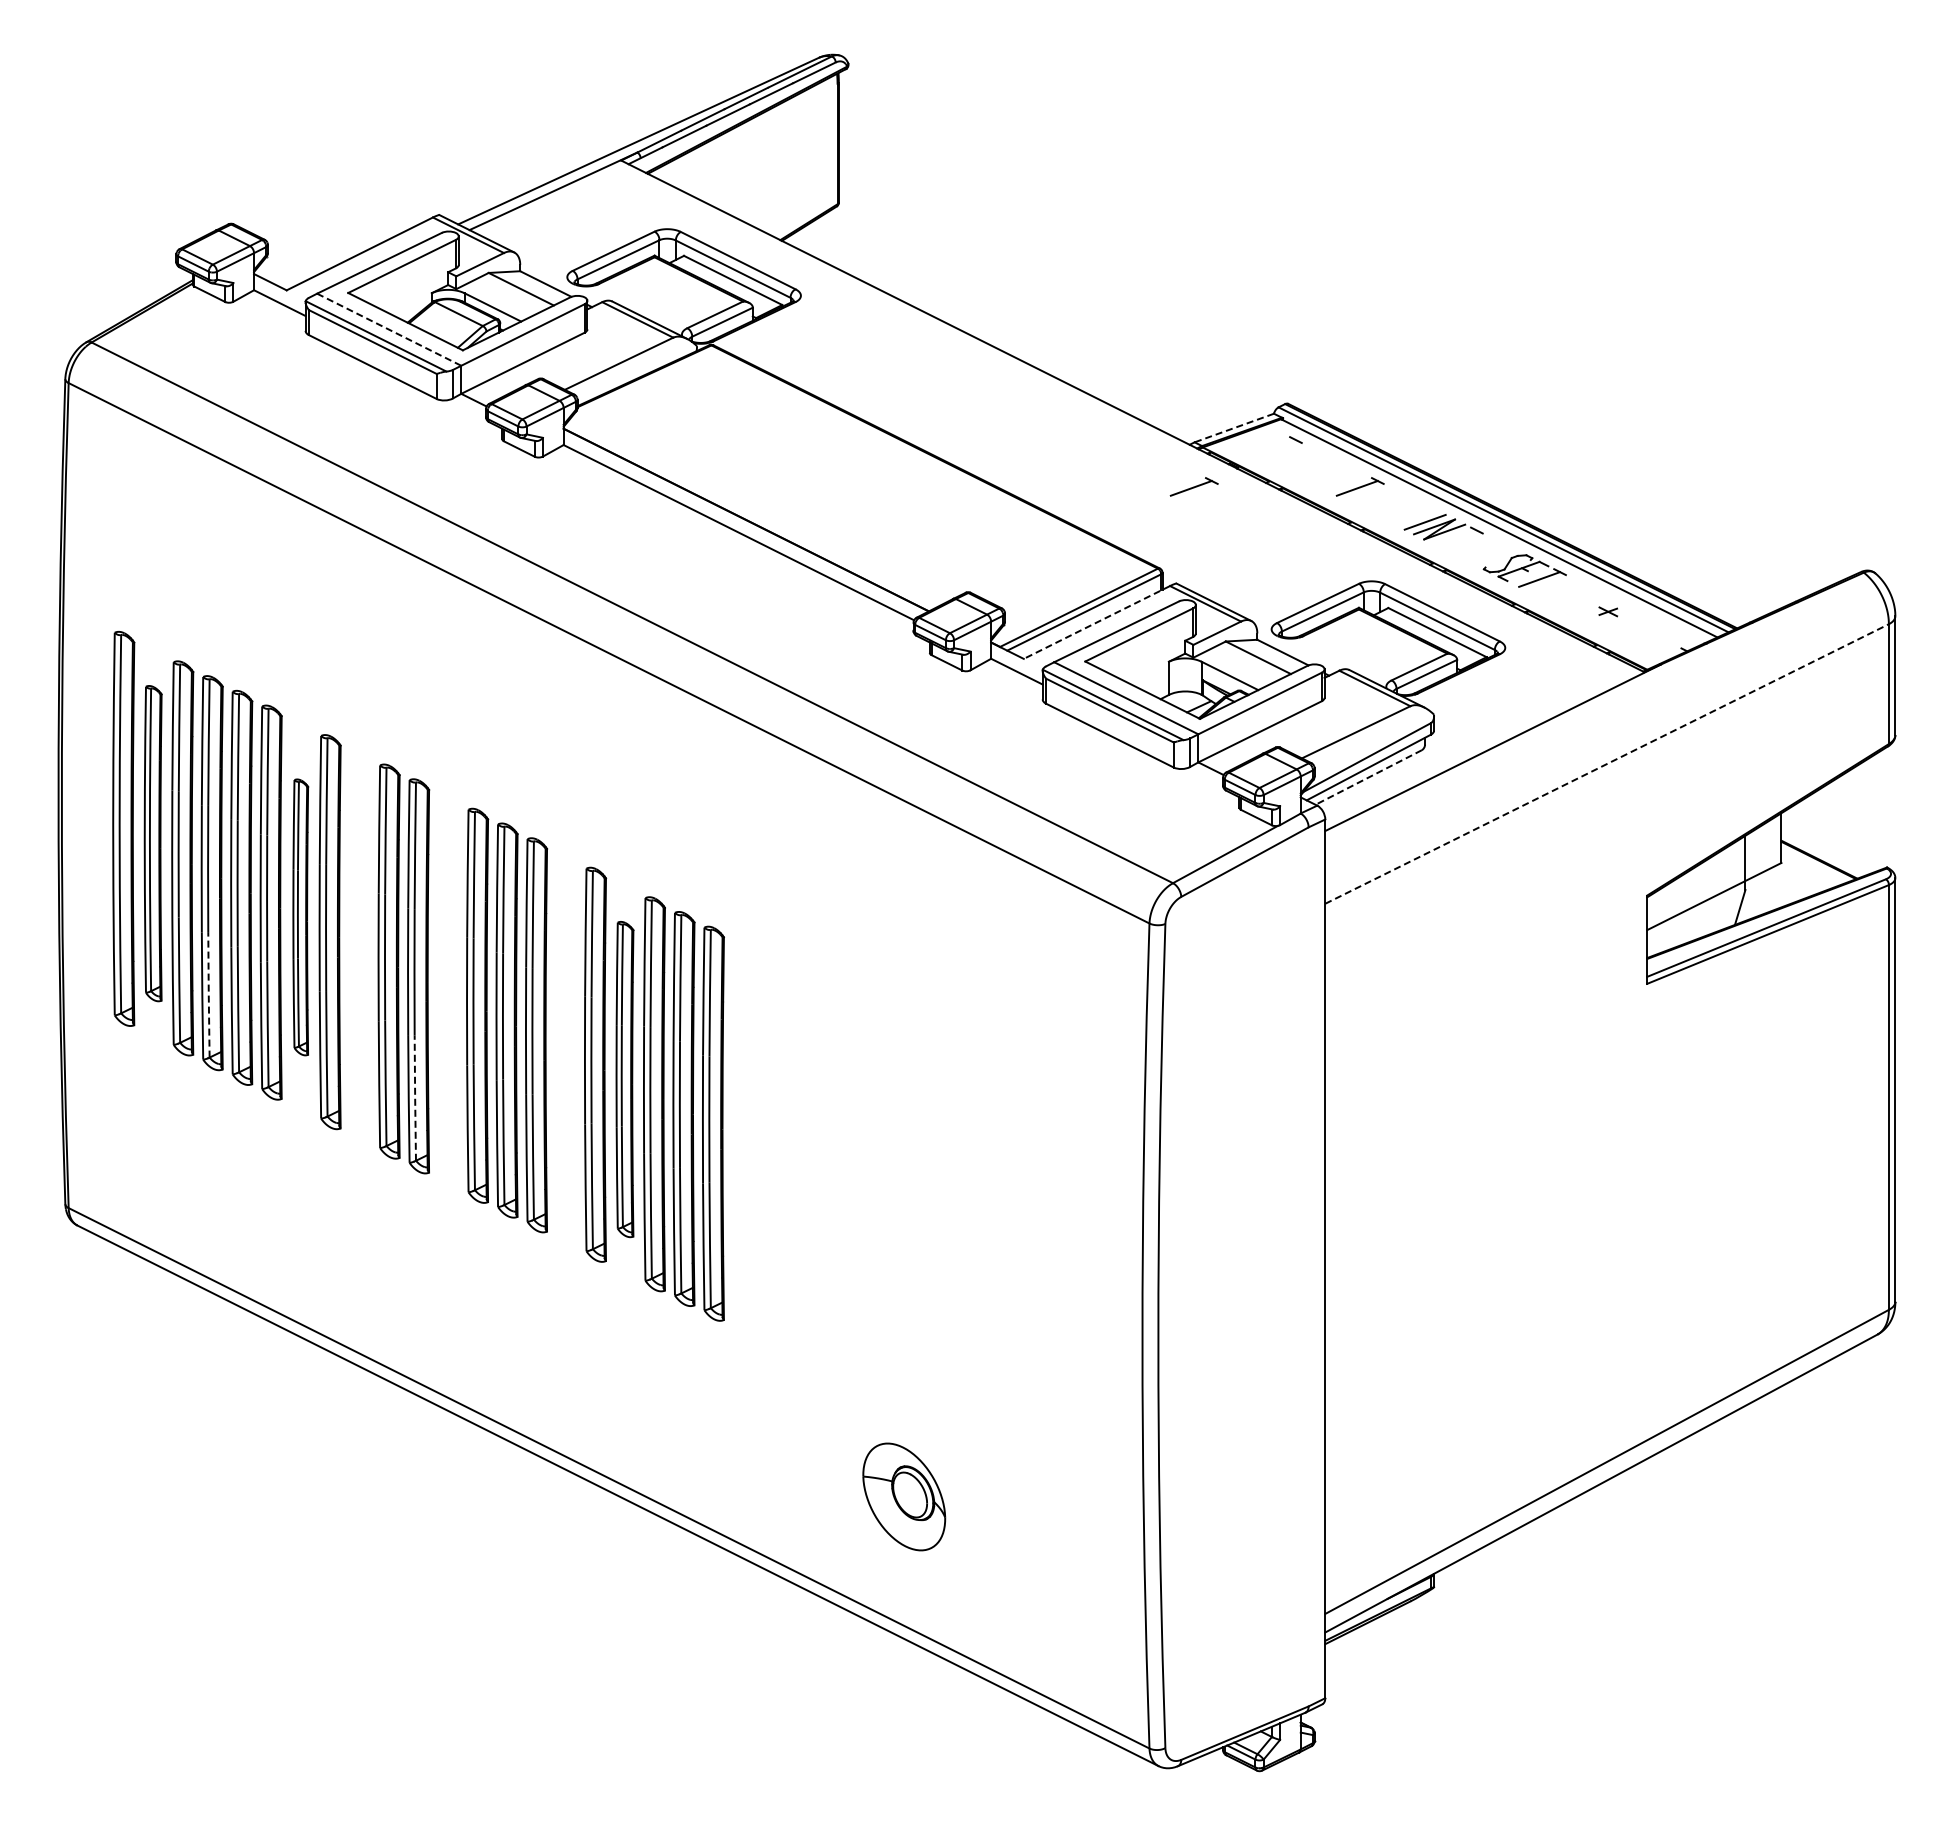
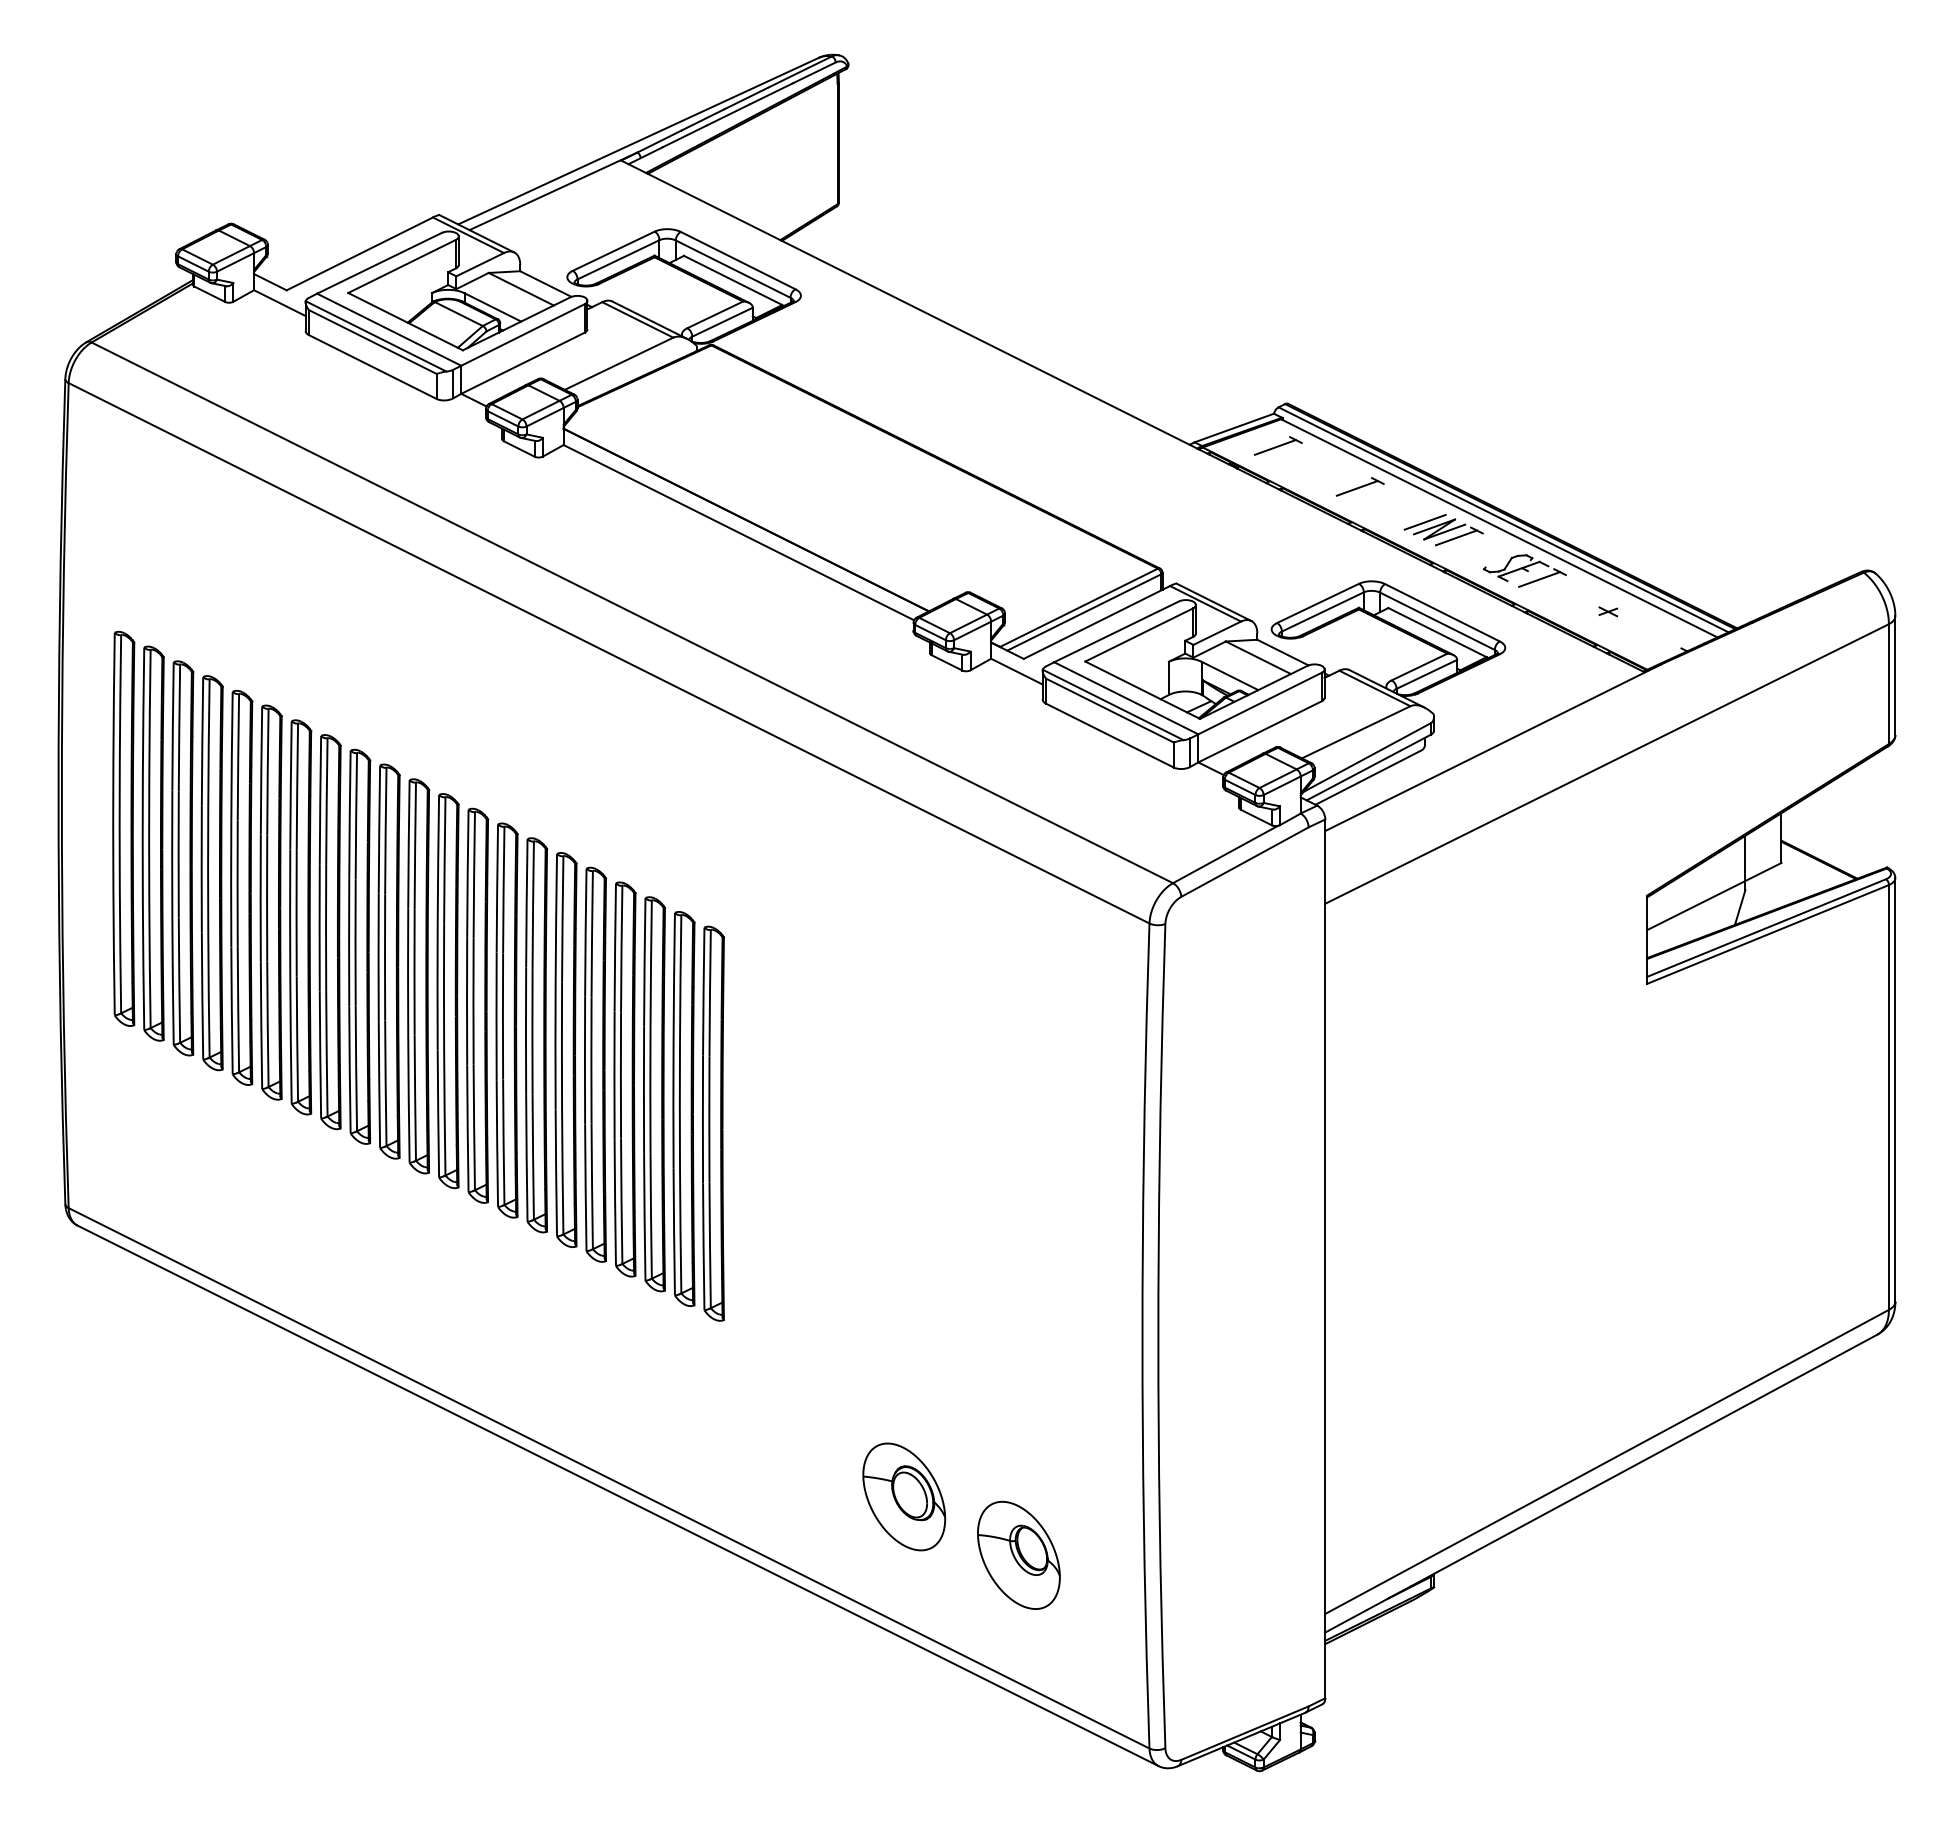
line at (389, 329): dashed -> solid
line at (1233, 428): dashed -> solid
line at (1274, 447): none -> present
part at (1193, 486): present -> none
line at (1455, 537): none -> present
line at (1096, 622): dashed -> solid
line at (1607, 764): dashed -> solid
line at (1368, 777): dashed -> solid
part at (152, 843) size: 20x318 px -> 24x397 px
part at (300, 917) size: 18x279 px -> 24x397 px
part at (359, 946): none -> present
part at (447, 991): none -> present
line at (208, 994): dashed -> solid
part at (565, 1049): none -> present
part at (624, 1079) size: 20x318 px -> 24x397 px
line at (415, 1098): dashed -> solid
part at (1018, 1554): none -> present
